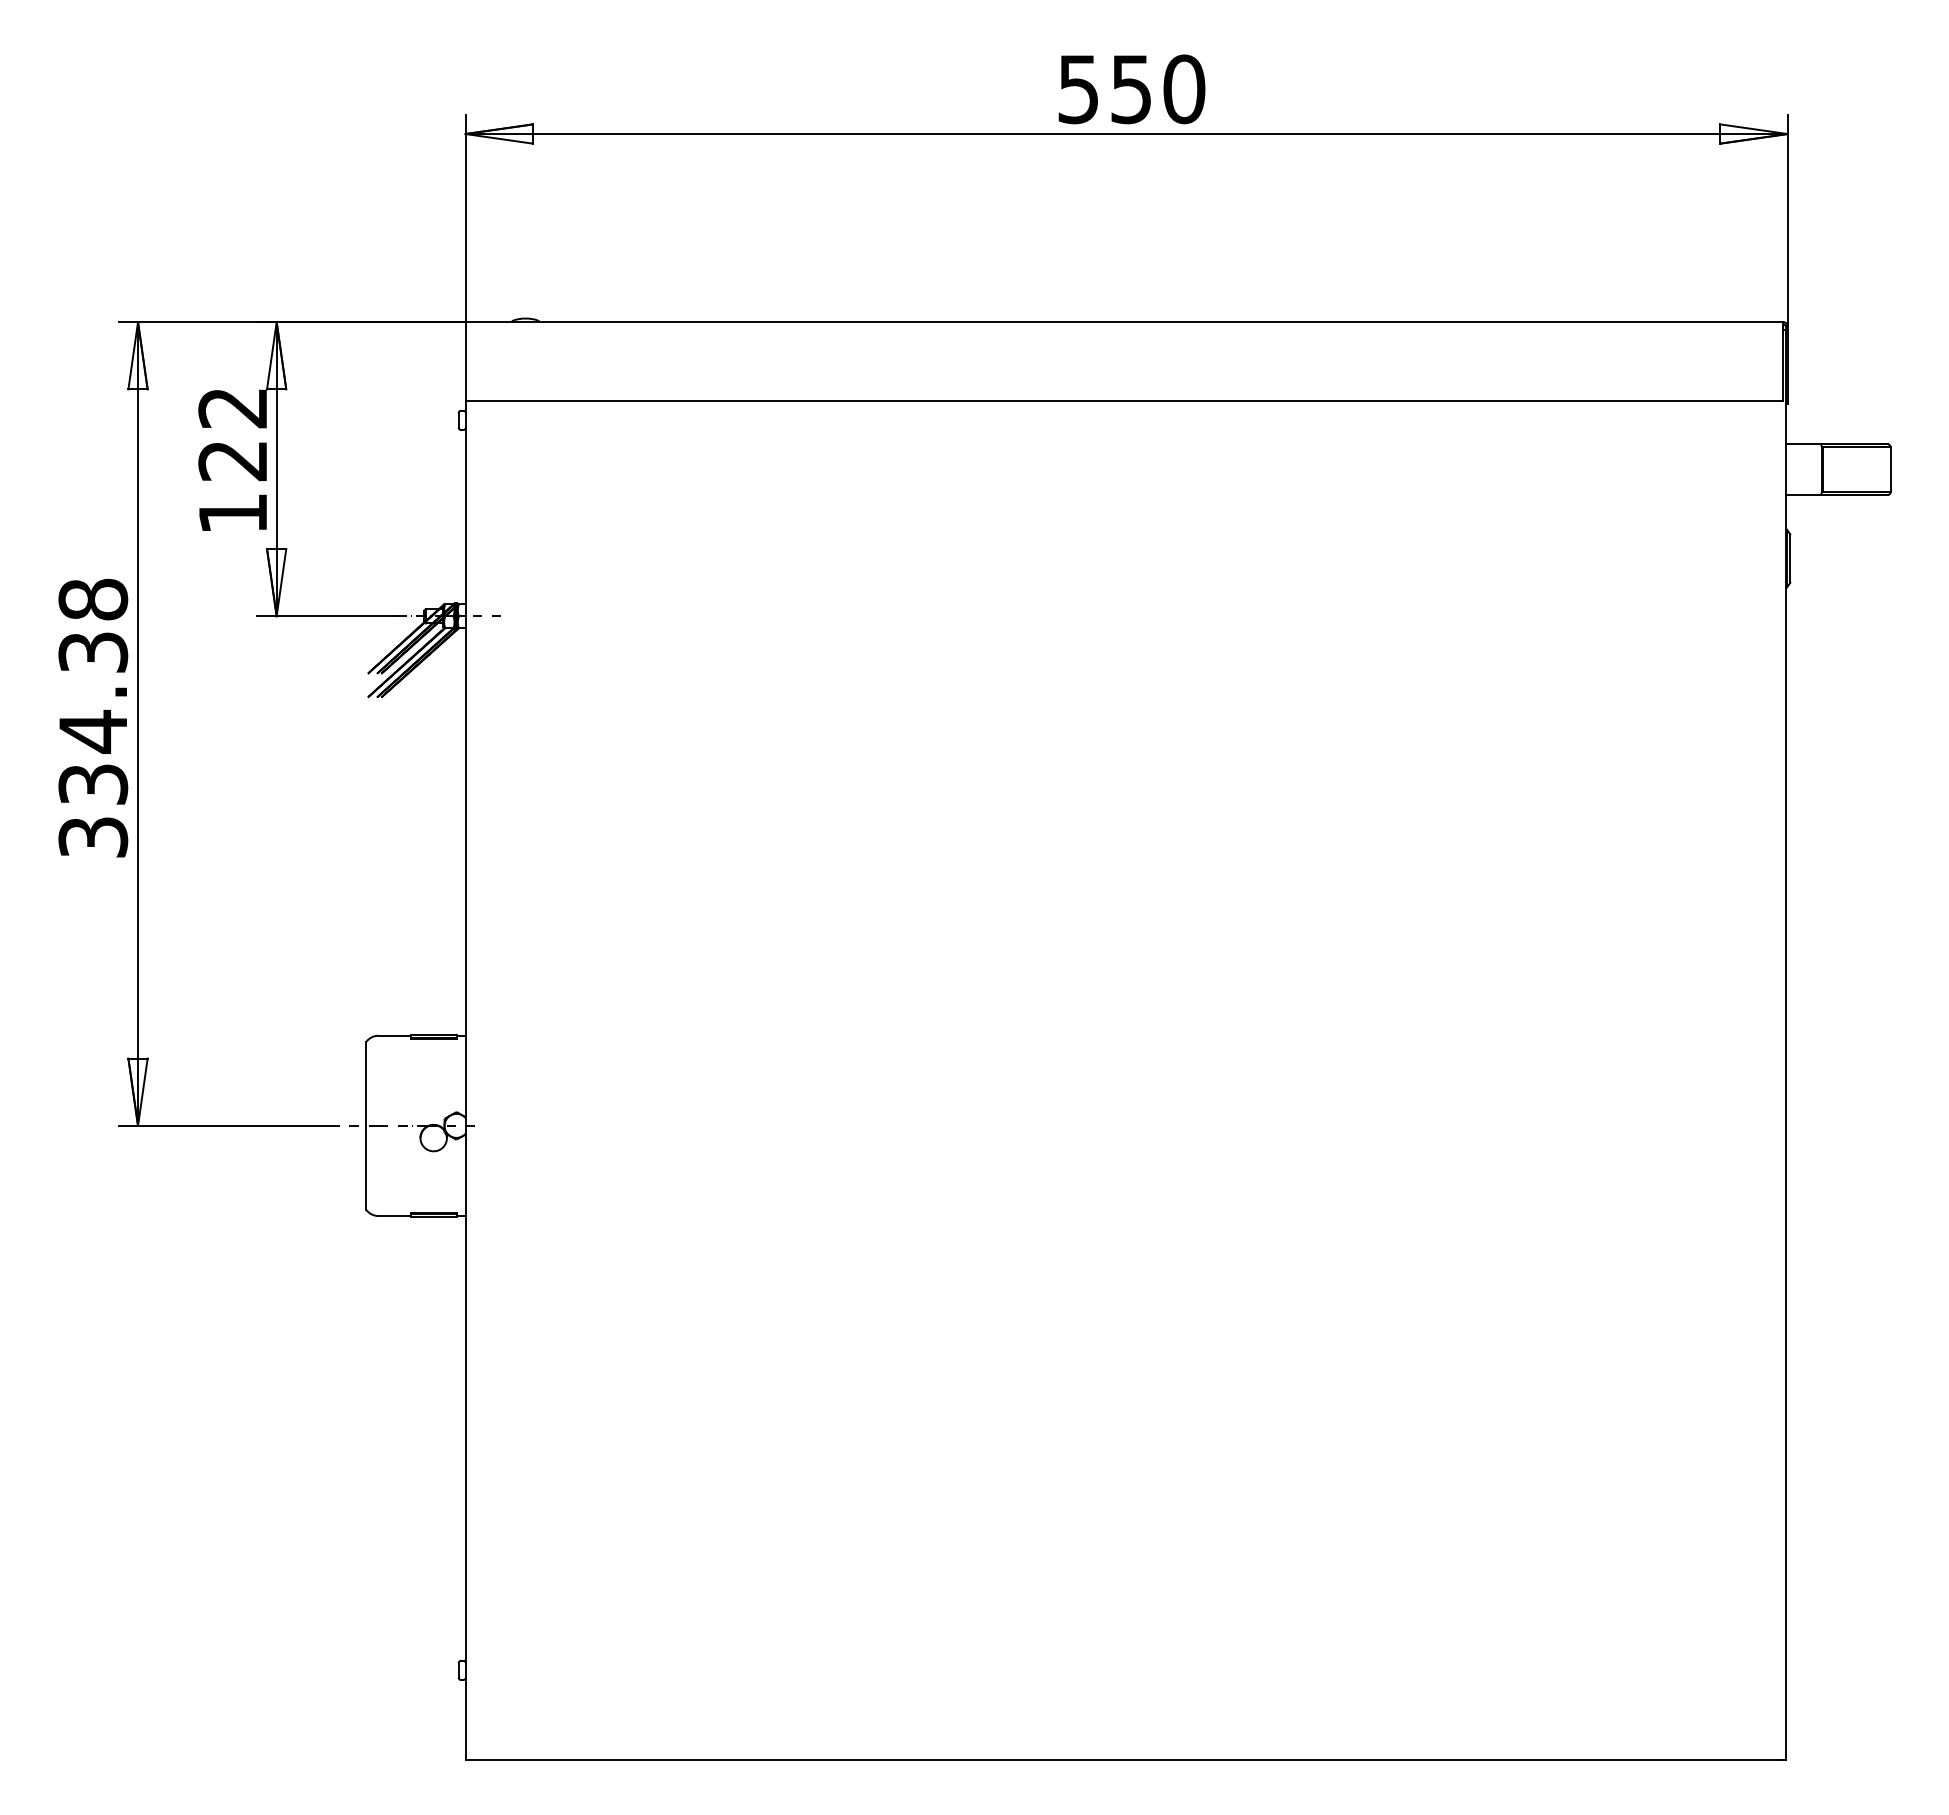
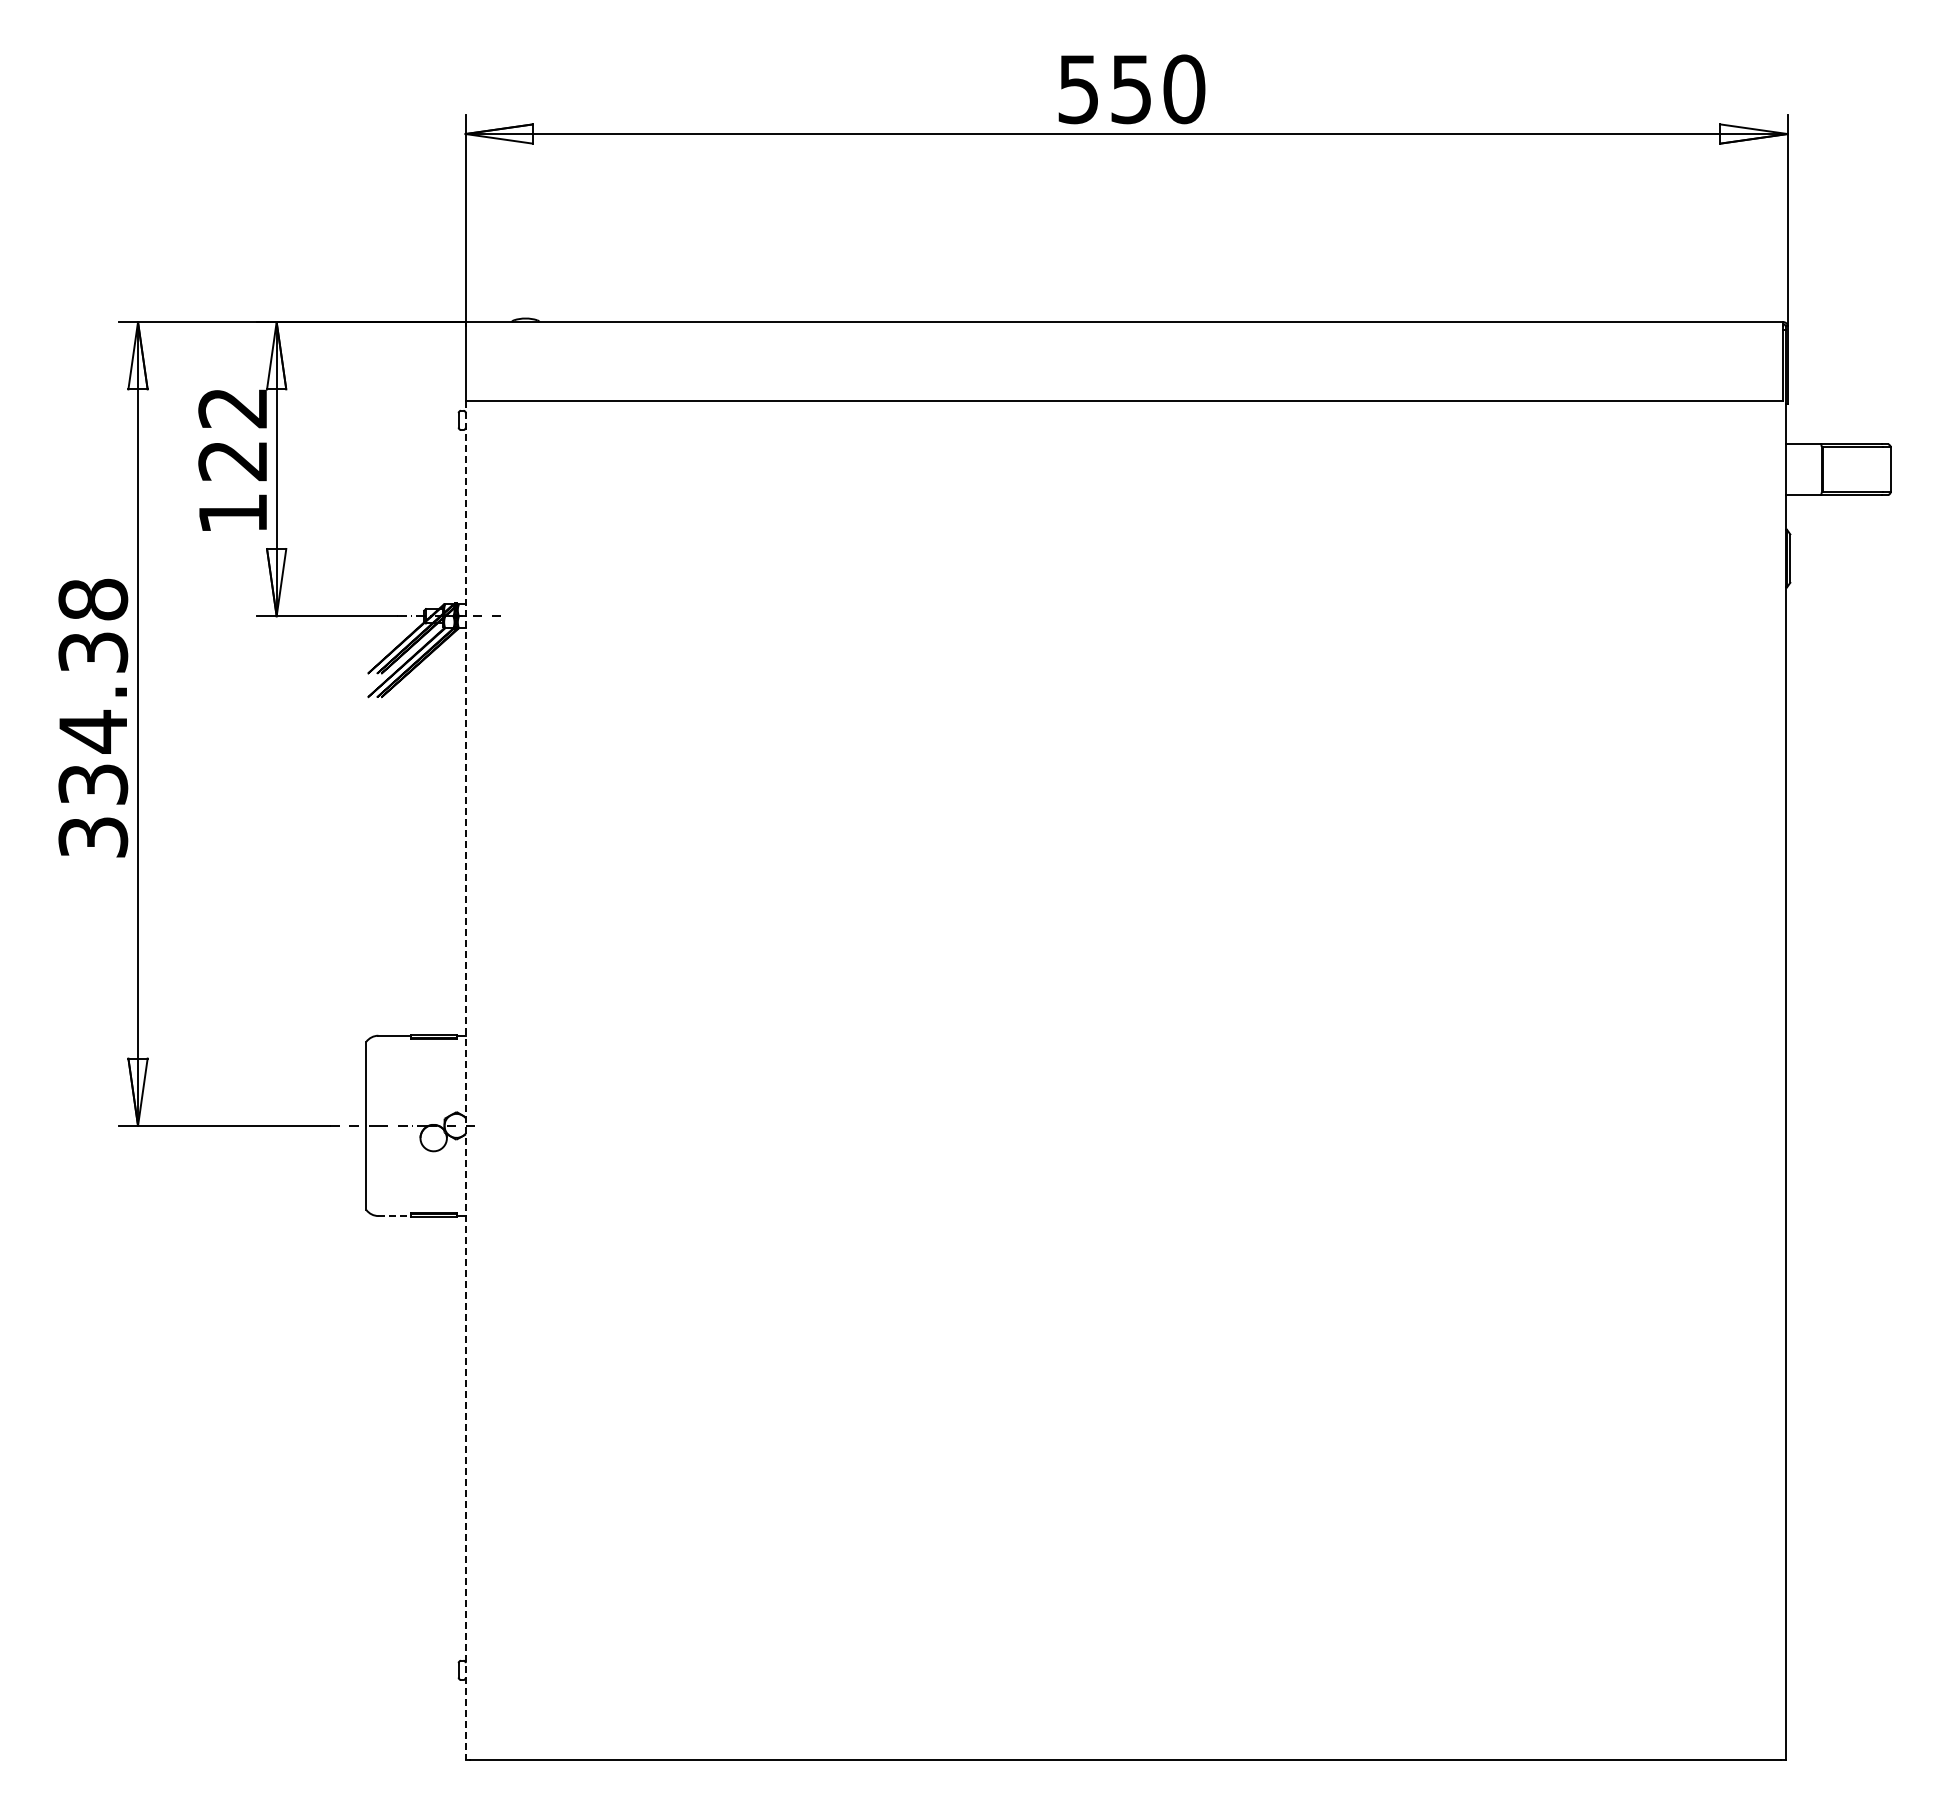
line at (465, 1080): solid -> dashed
line at (395, 1216): solid -> dashed
